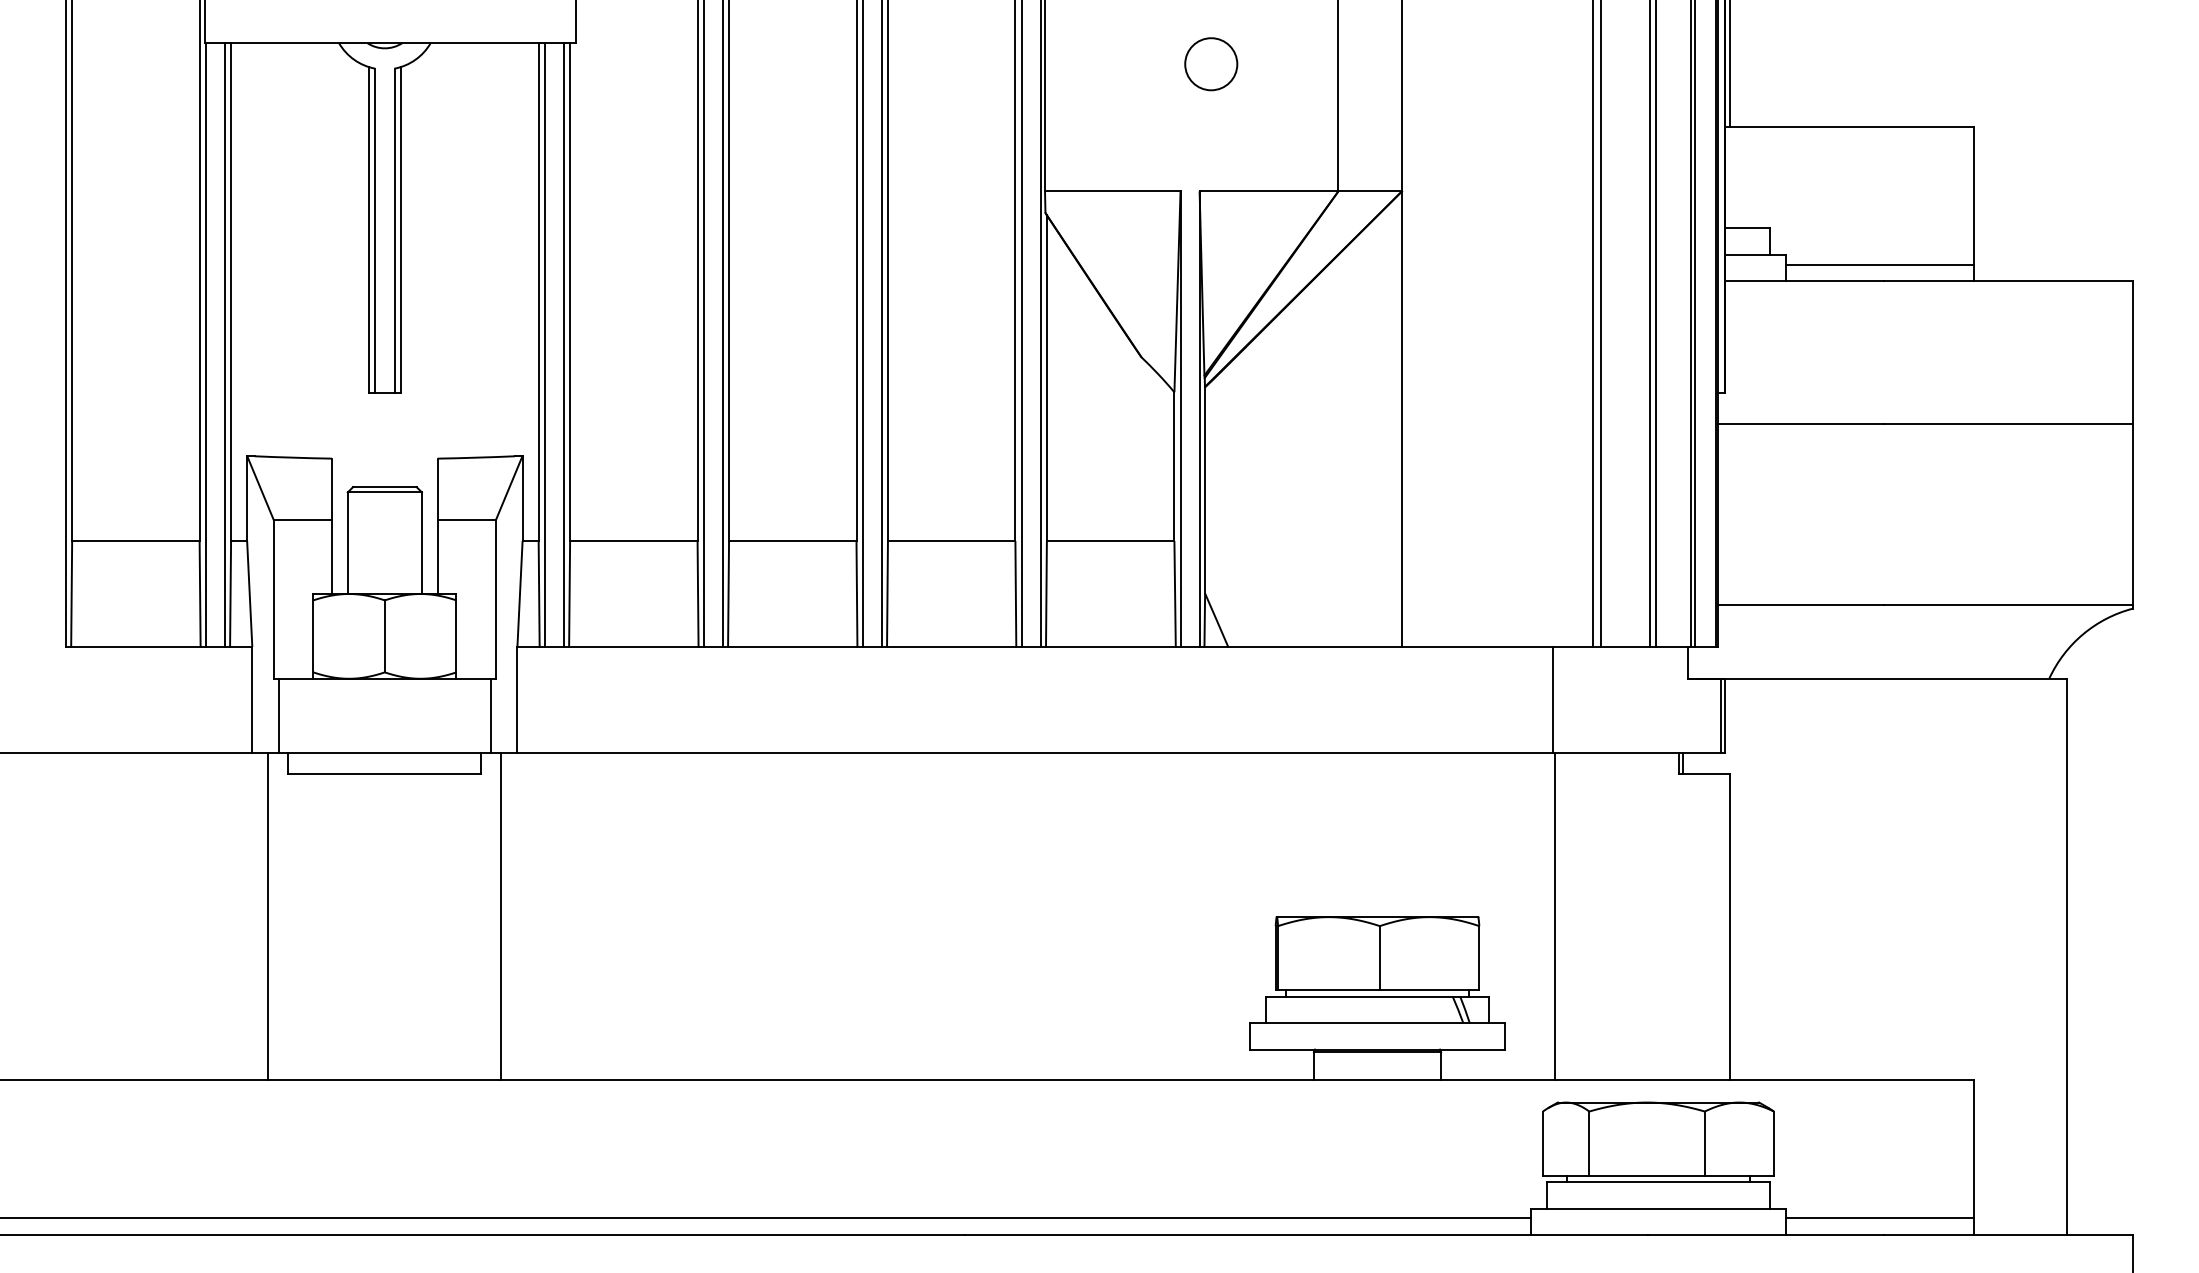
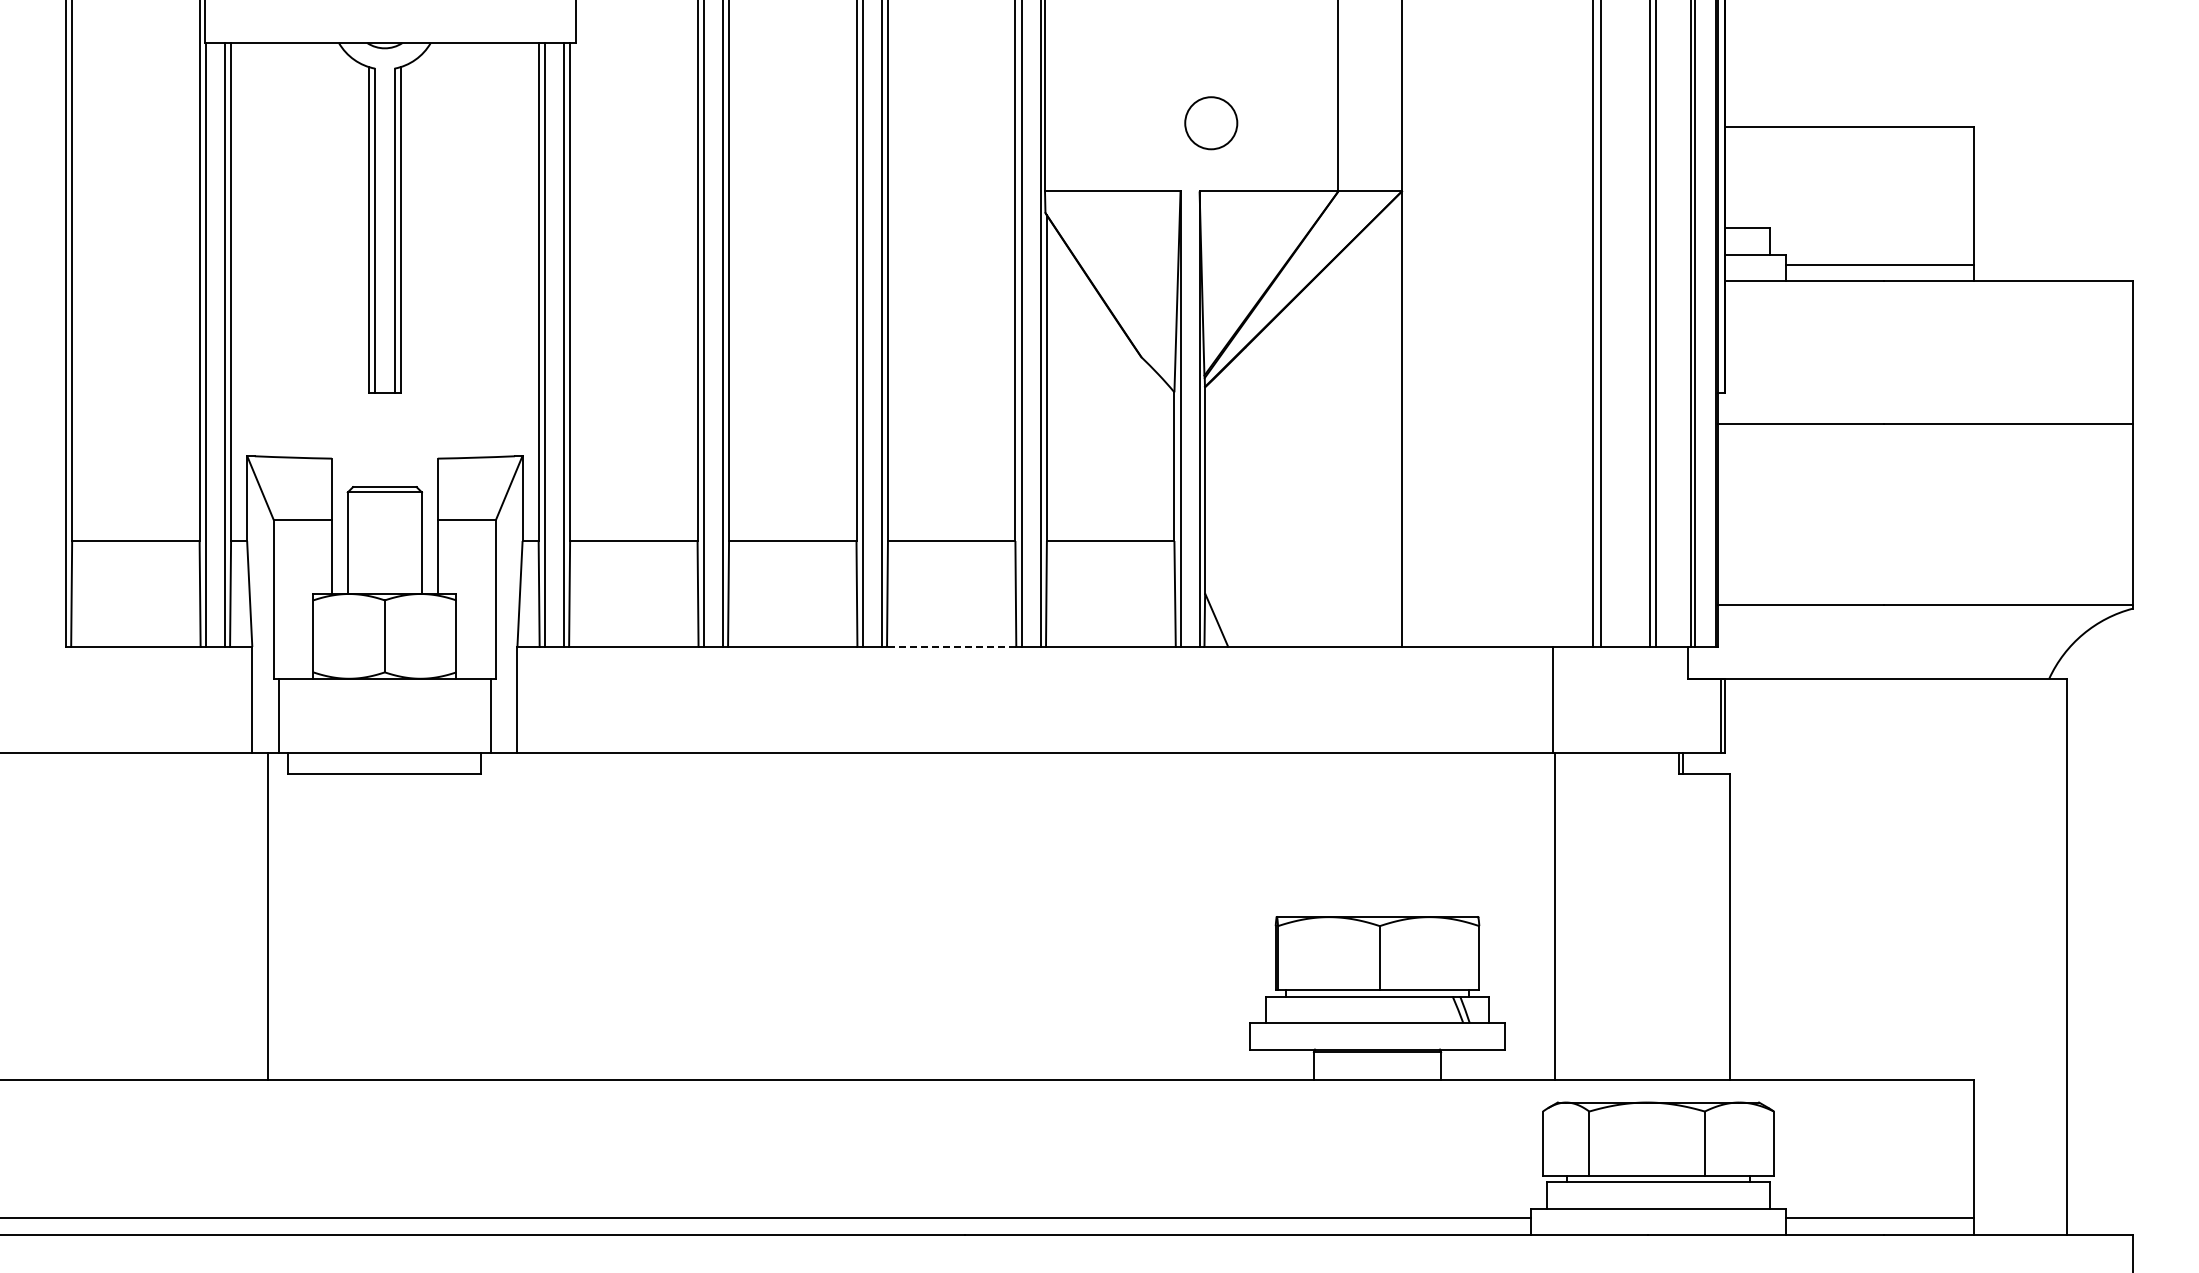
circle at (1211, 64) position: (1211, 64) -> (1211, 123)
line at (1730, 64): present -> none
line at (951, 646): solid -> dashed
line at (501, 916): present -> none
